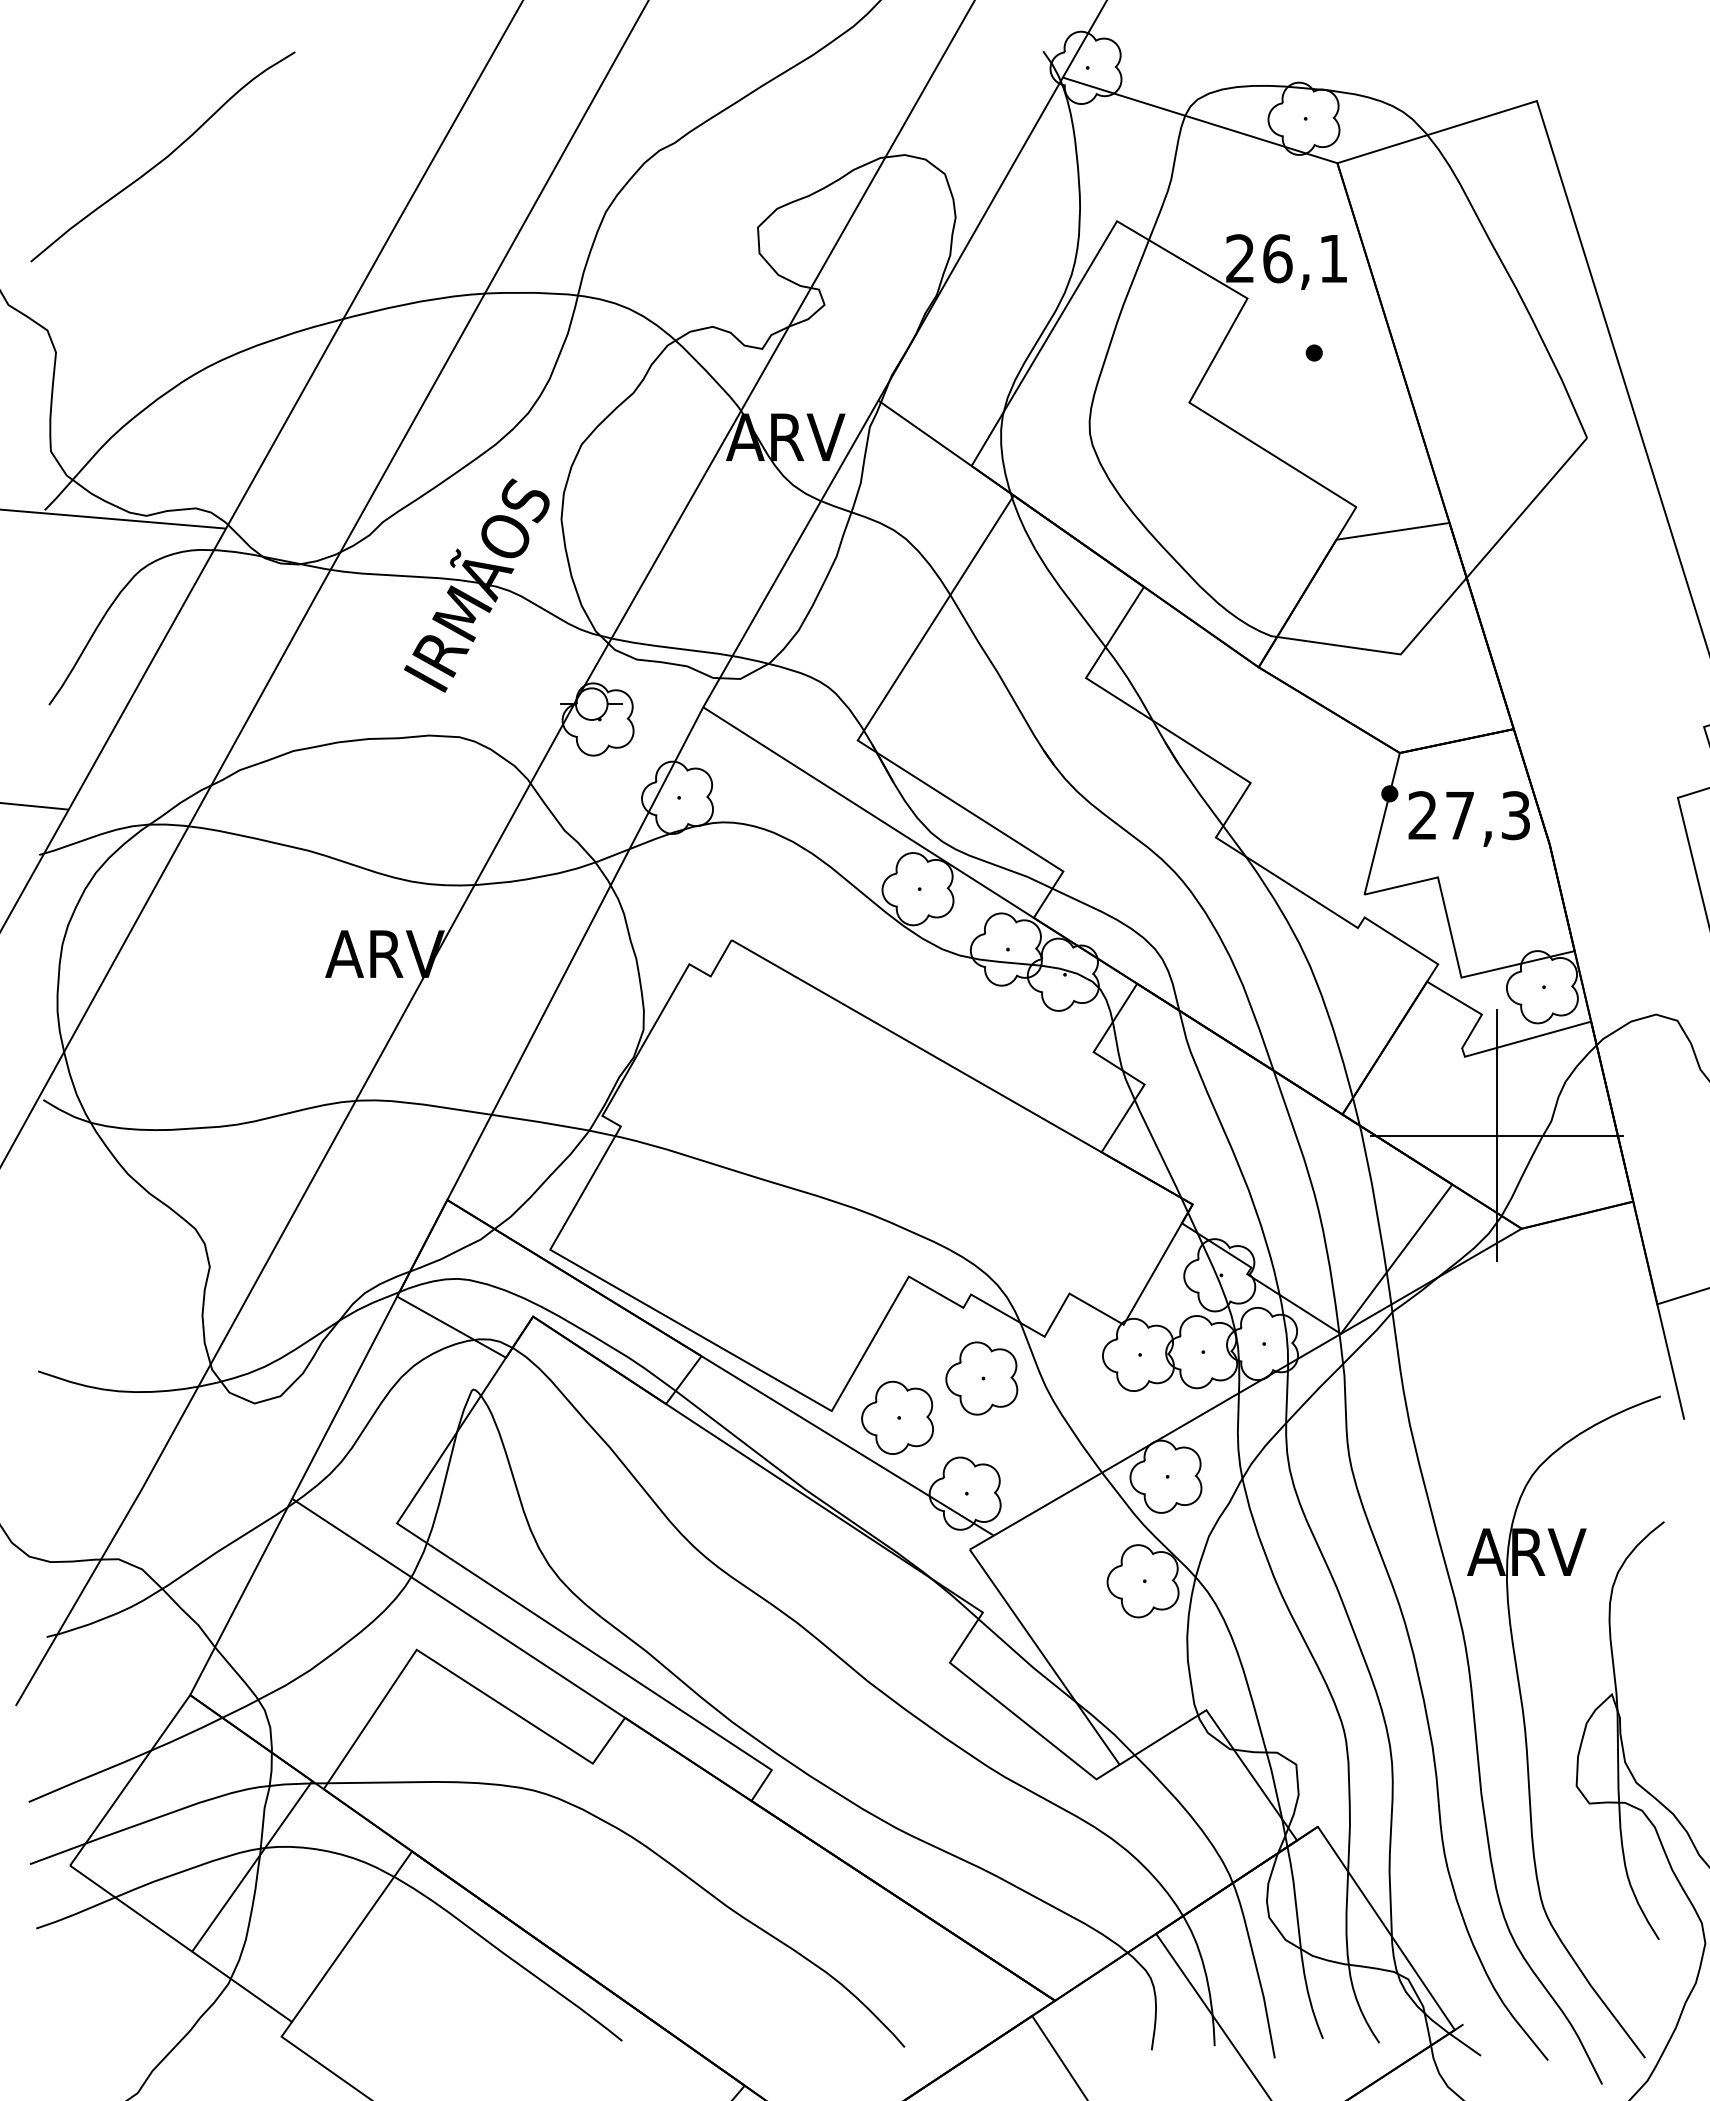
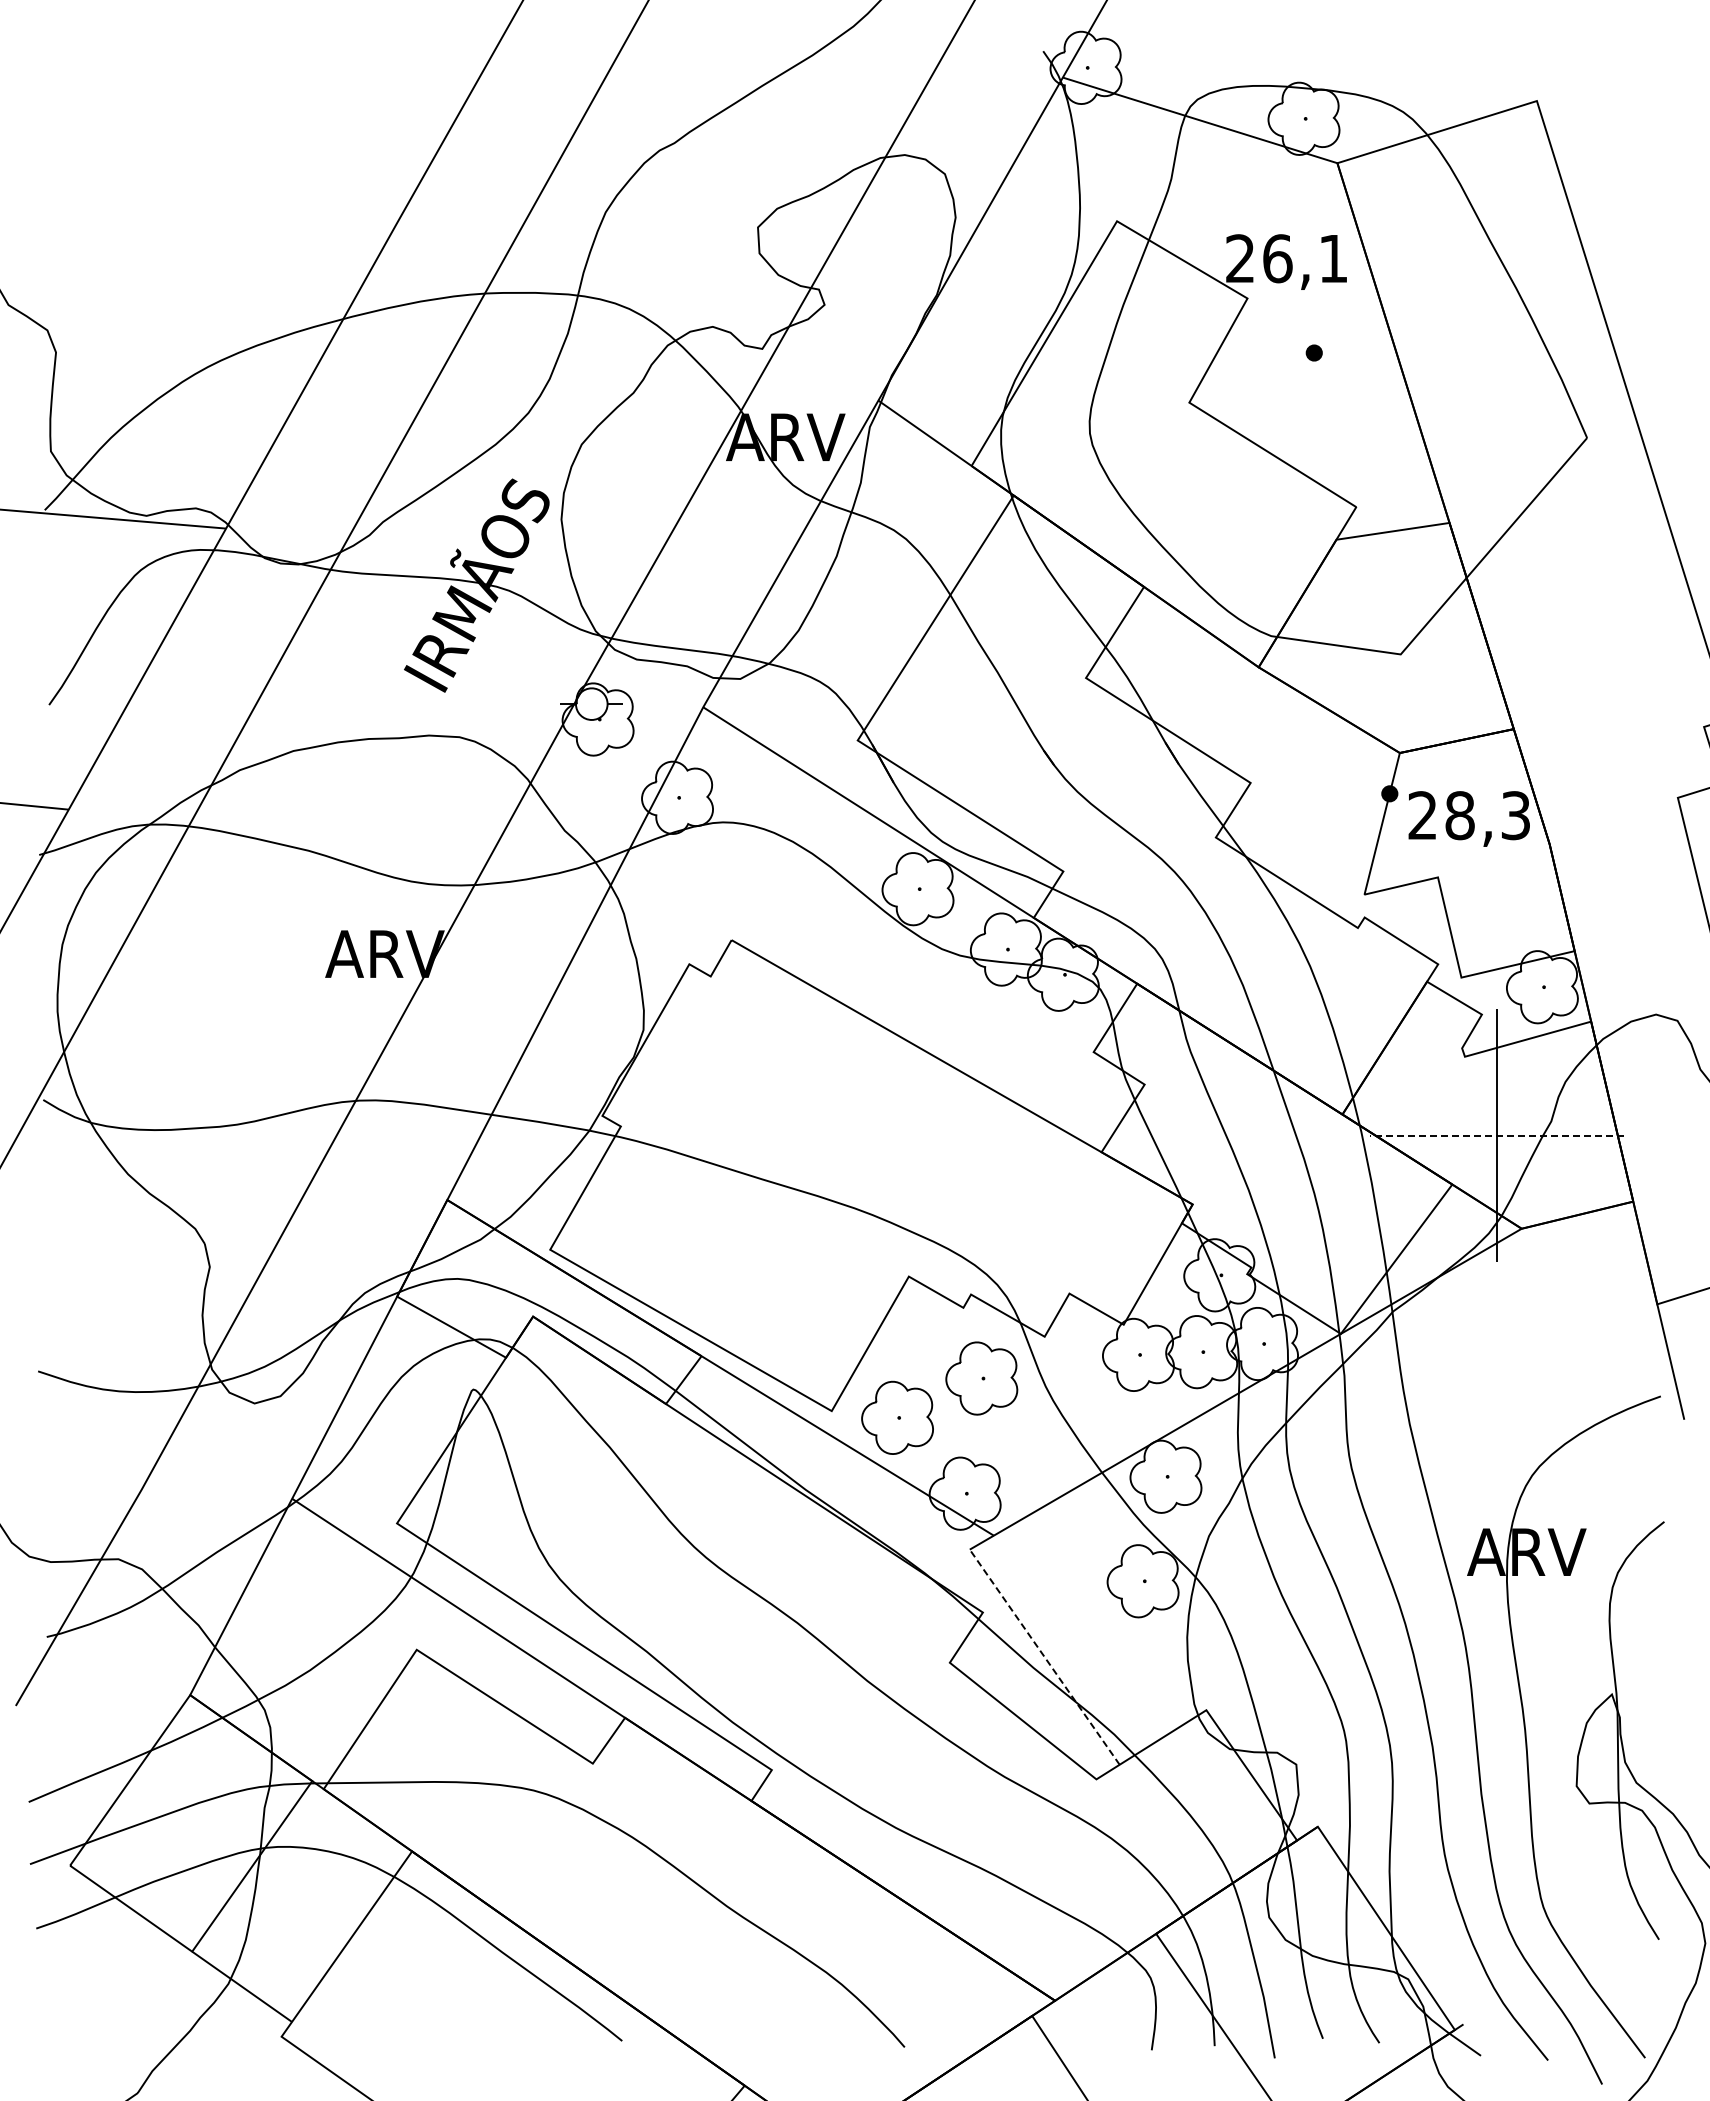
curve at (164, 157): present -> none
text at (1459, 815): 27,3 -> 28,3
line at (1496, 1135): solid -> dashed
line at (1044, 1656): solid -> dashed
